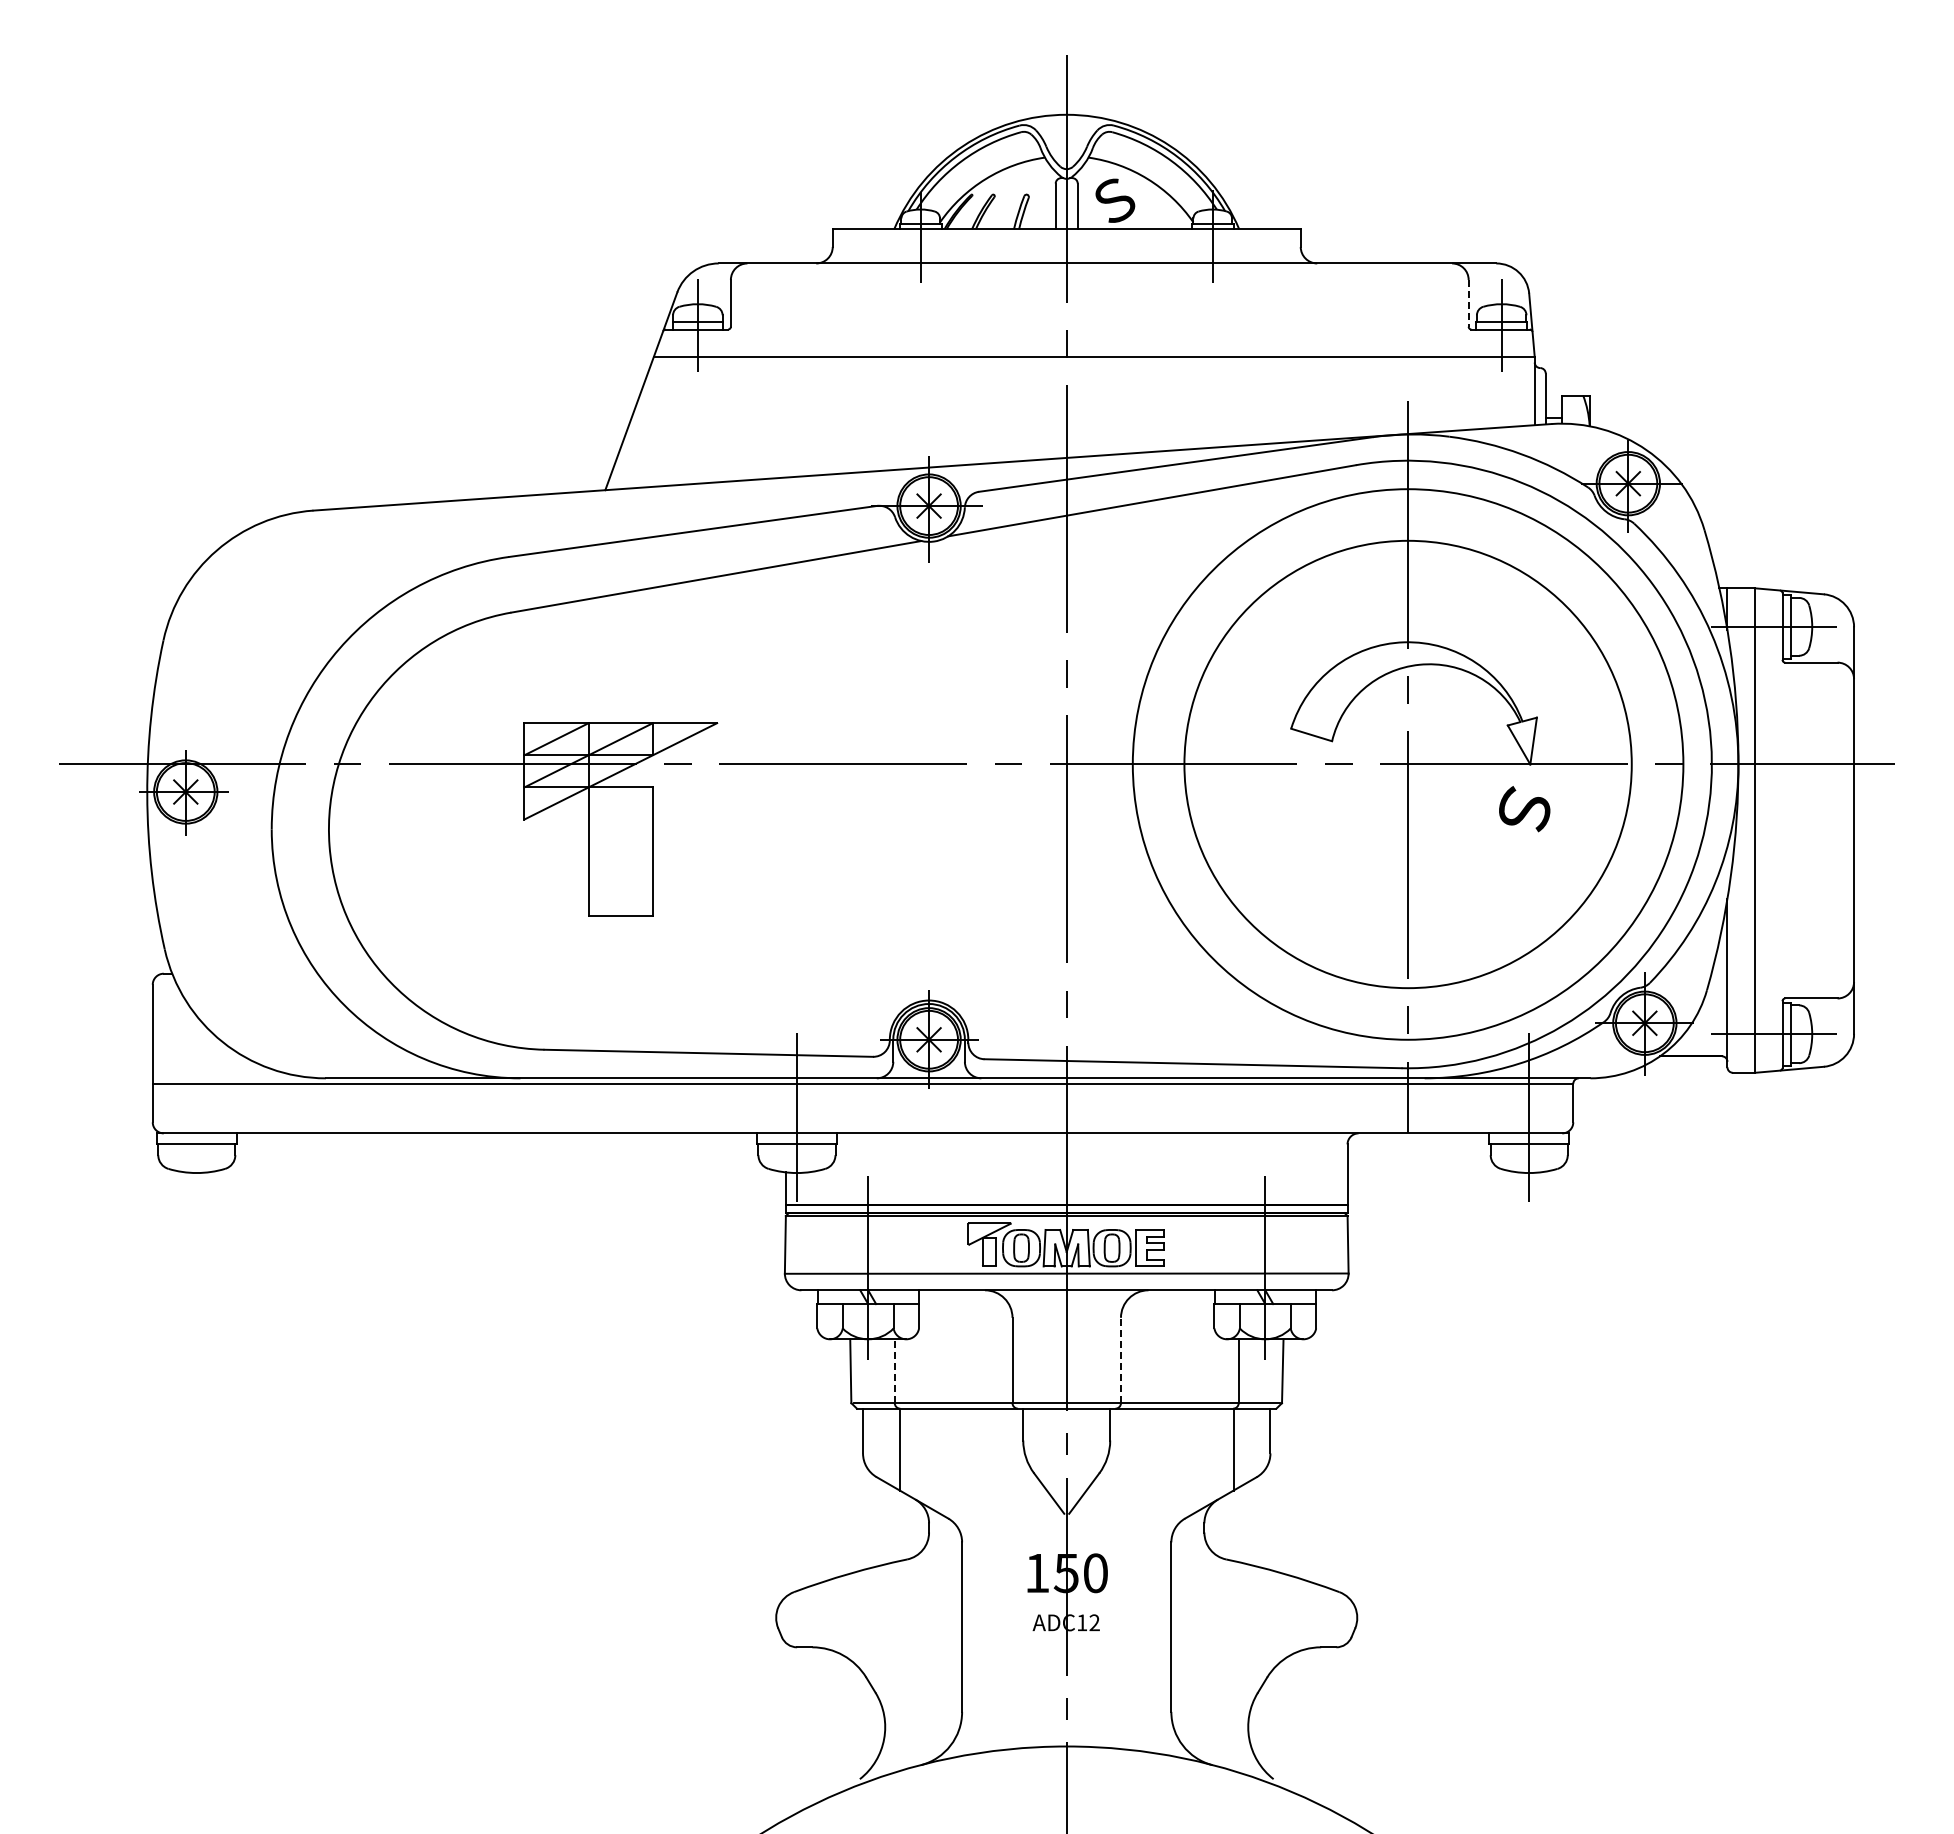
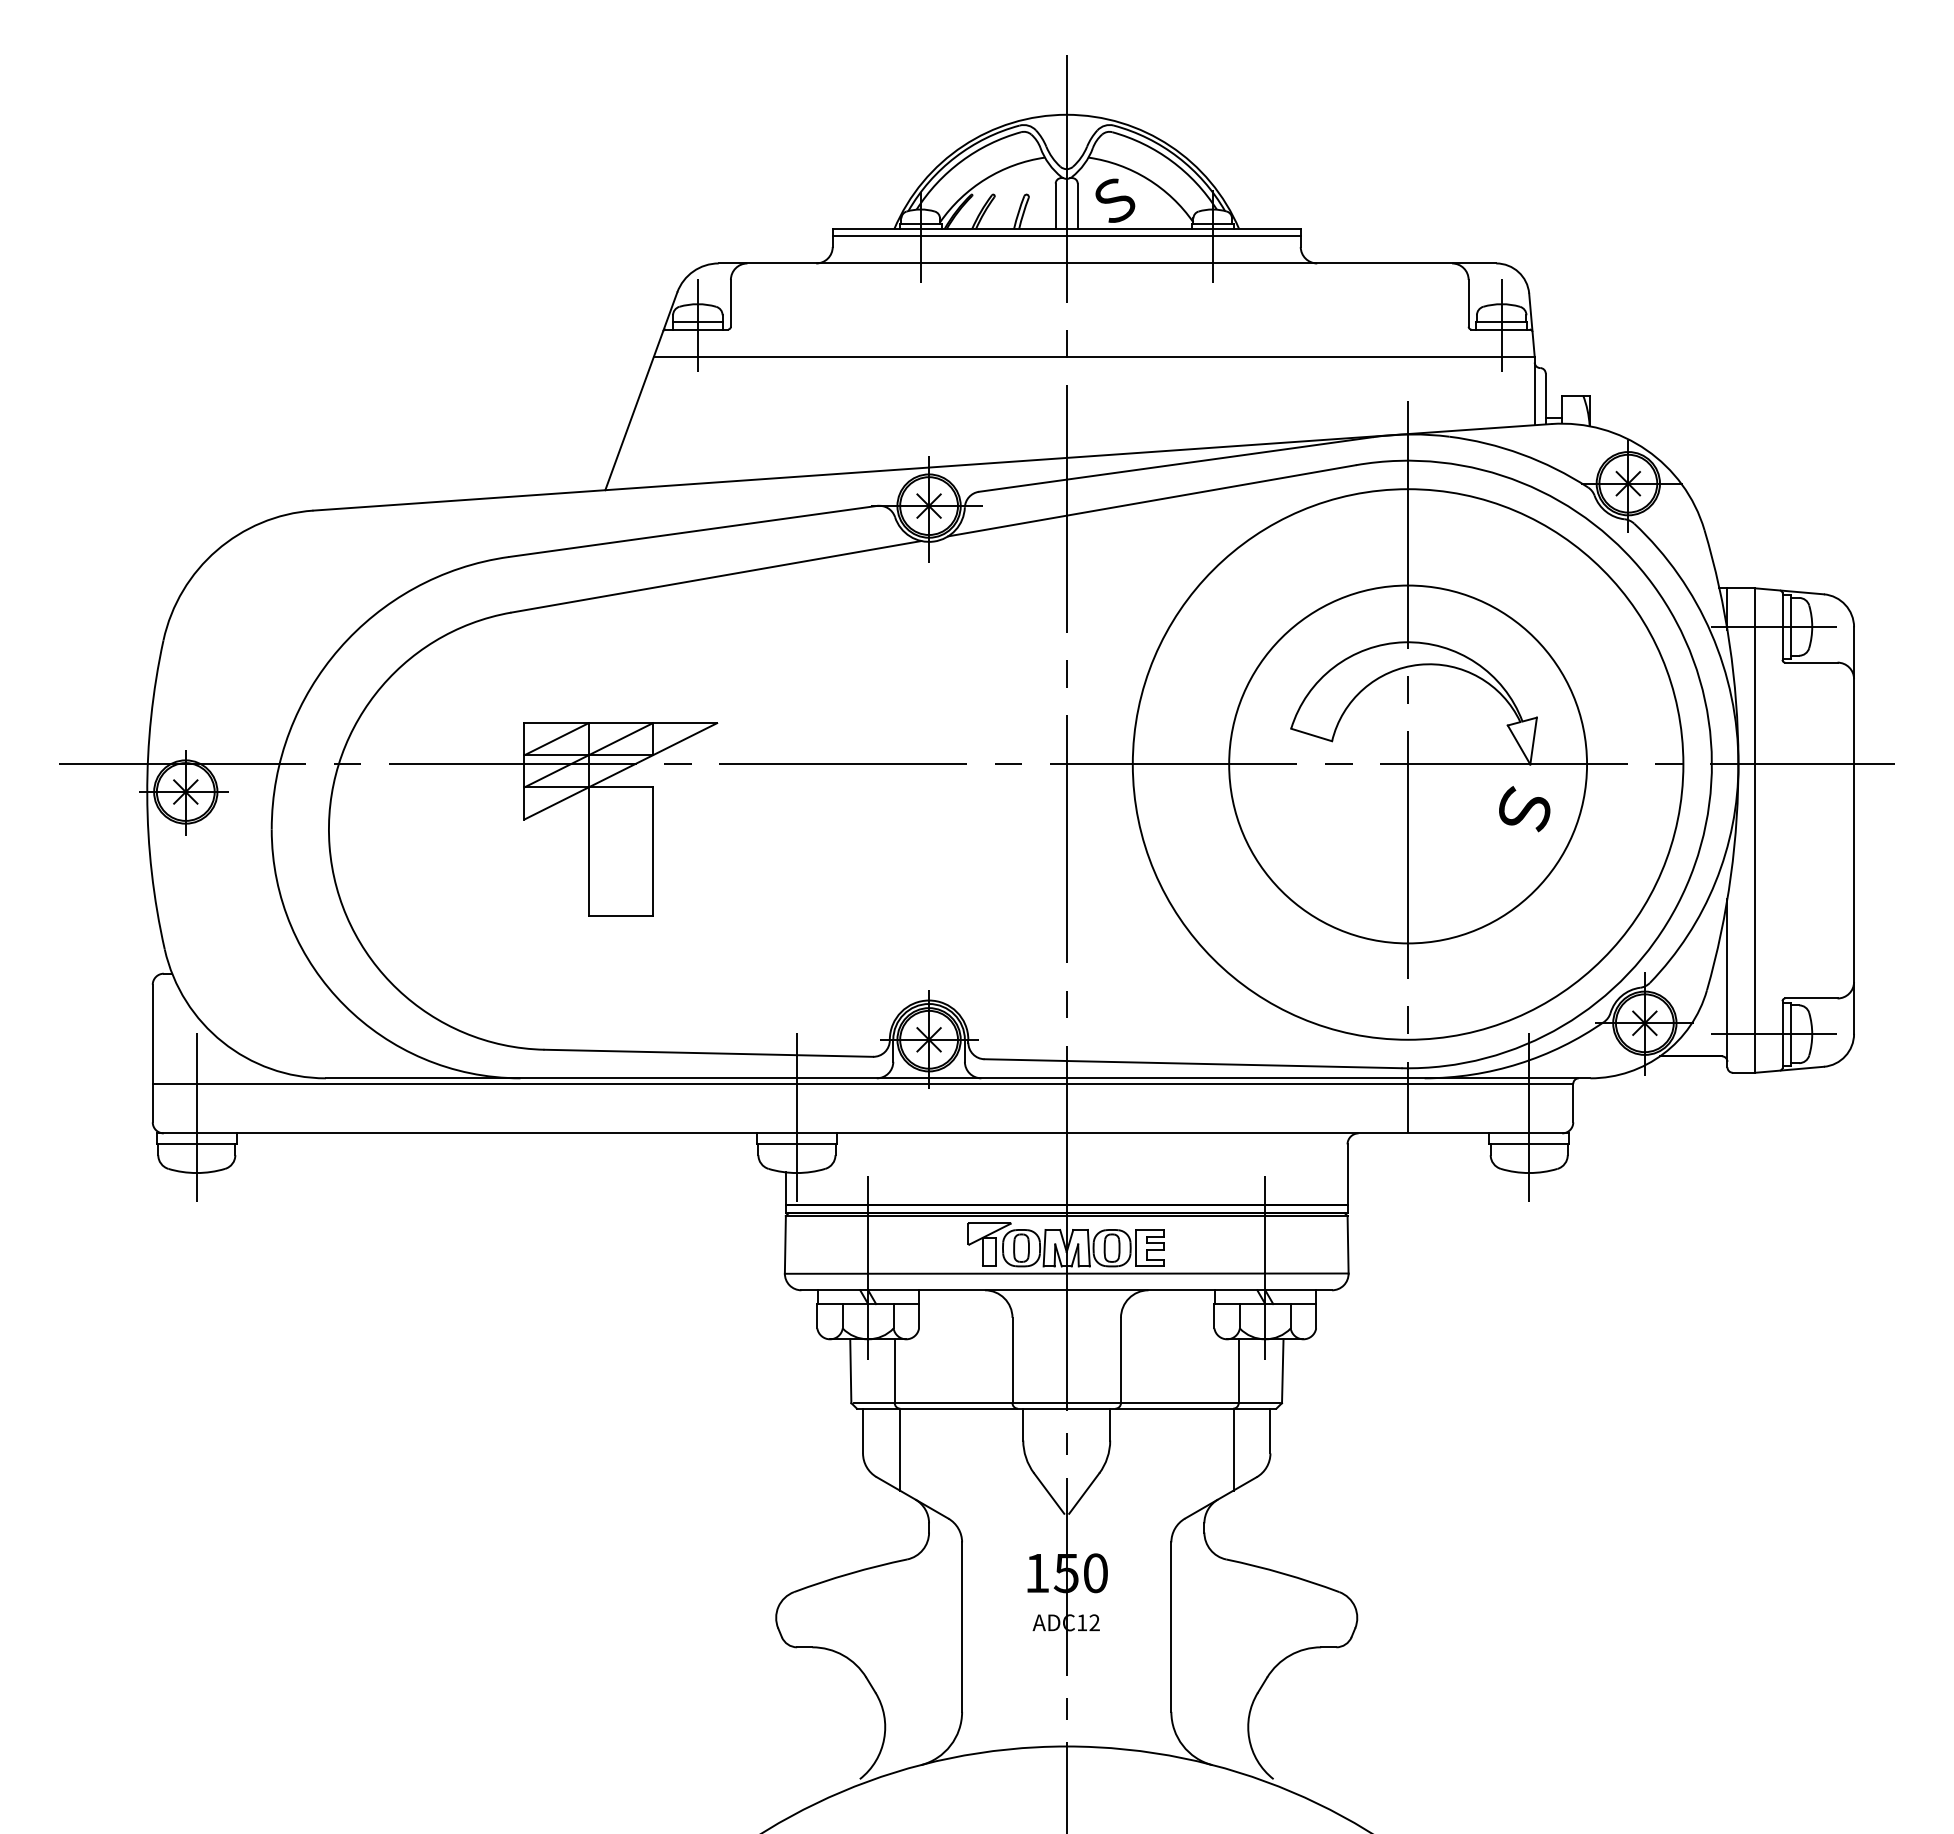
line at (1066, 235): none -> present
line at (1468, 303): dashed -> solid
circle at (1407, 764) diameter: 447 px -> 358 px
line at (196, 1117): none -> present
line at (1120, 1360): dashed -> solid
line at (894, 1371): dashed -> solid
